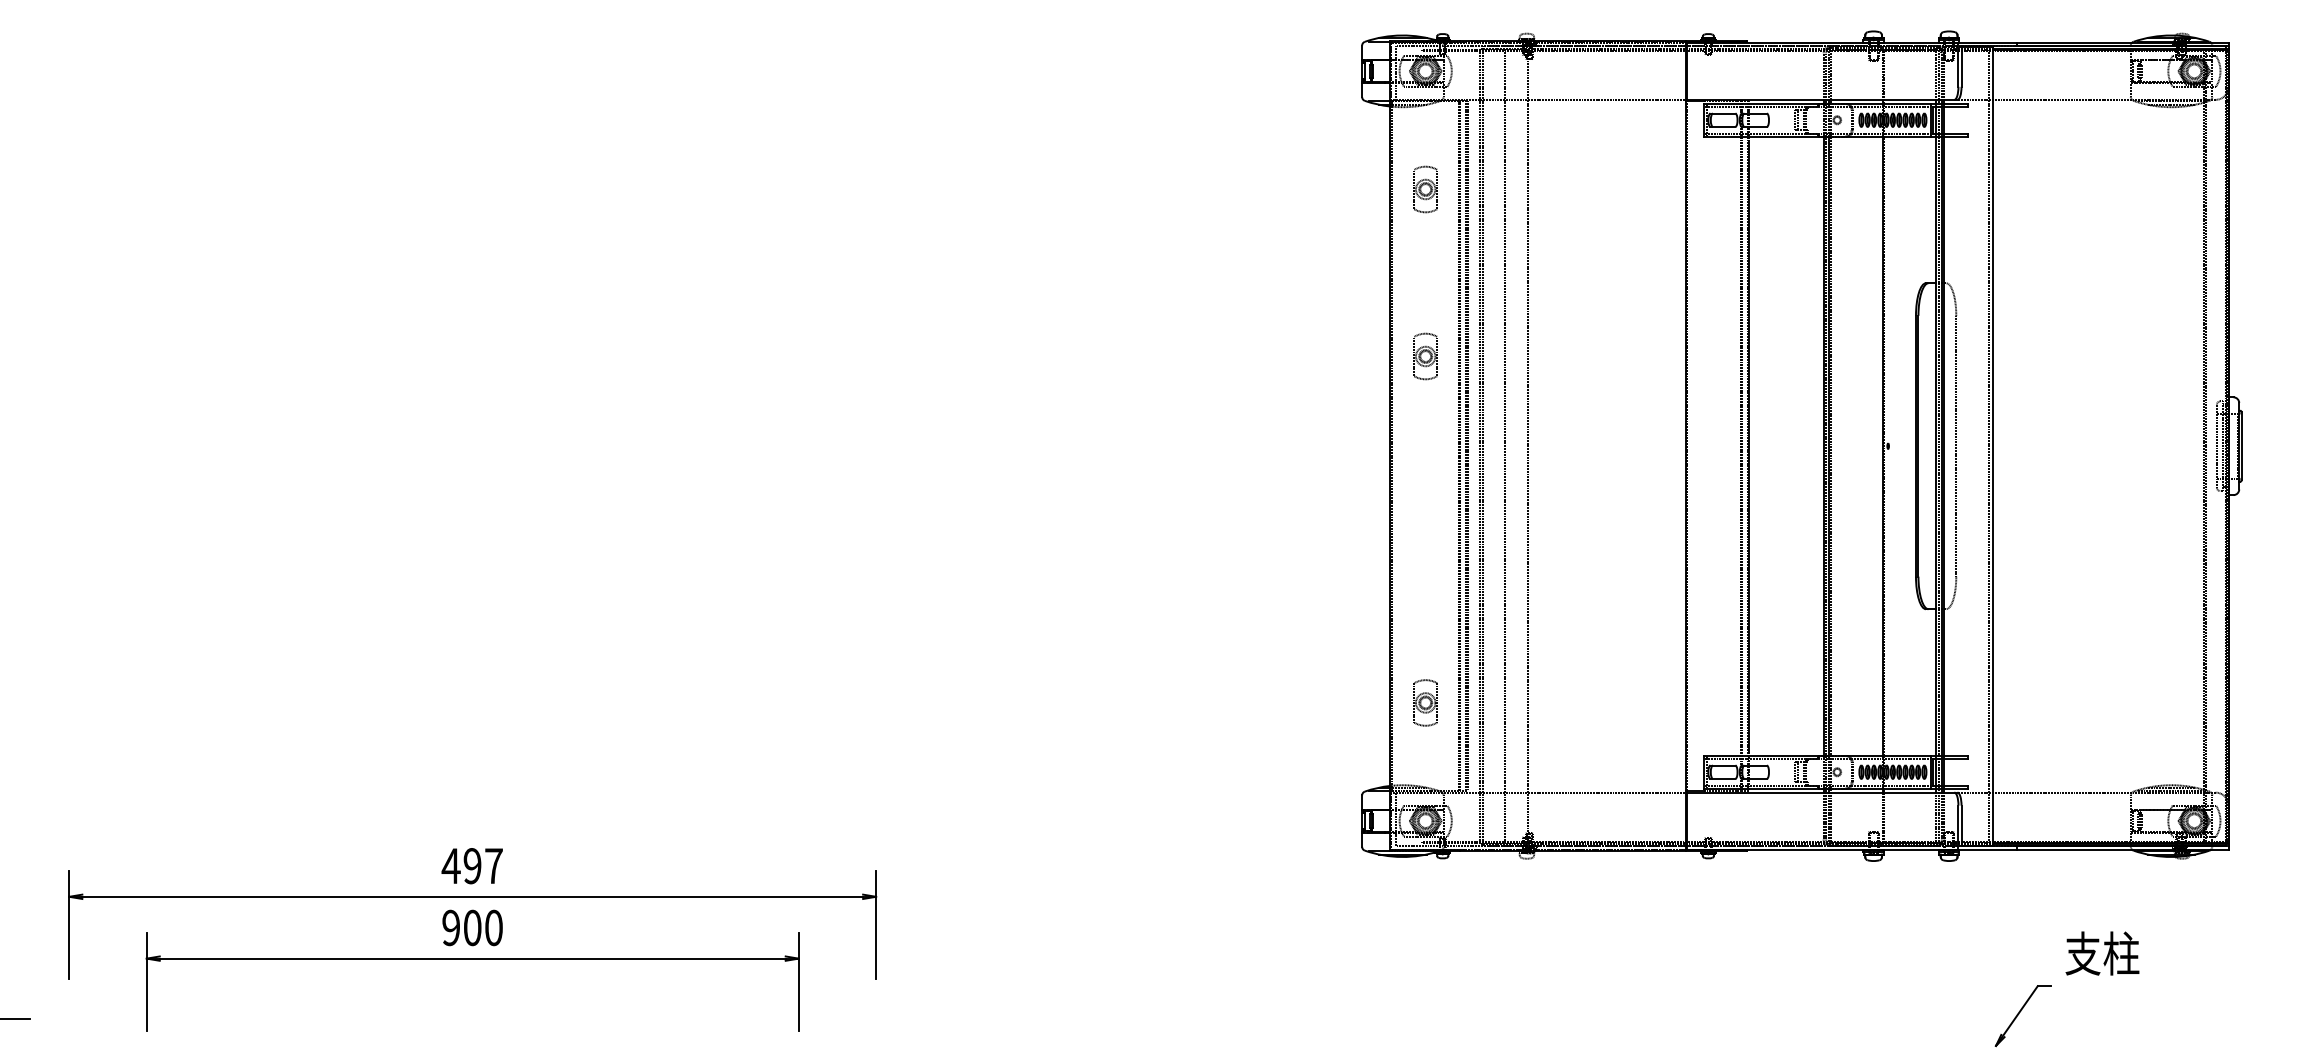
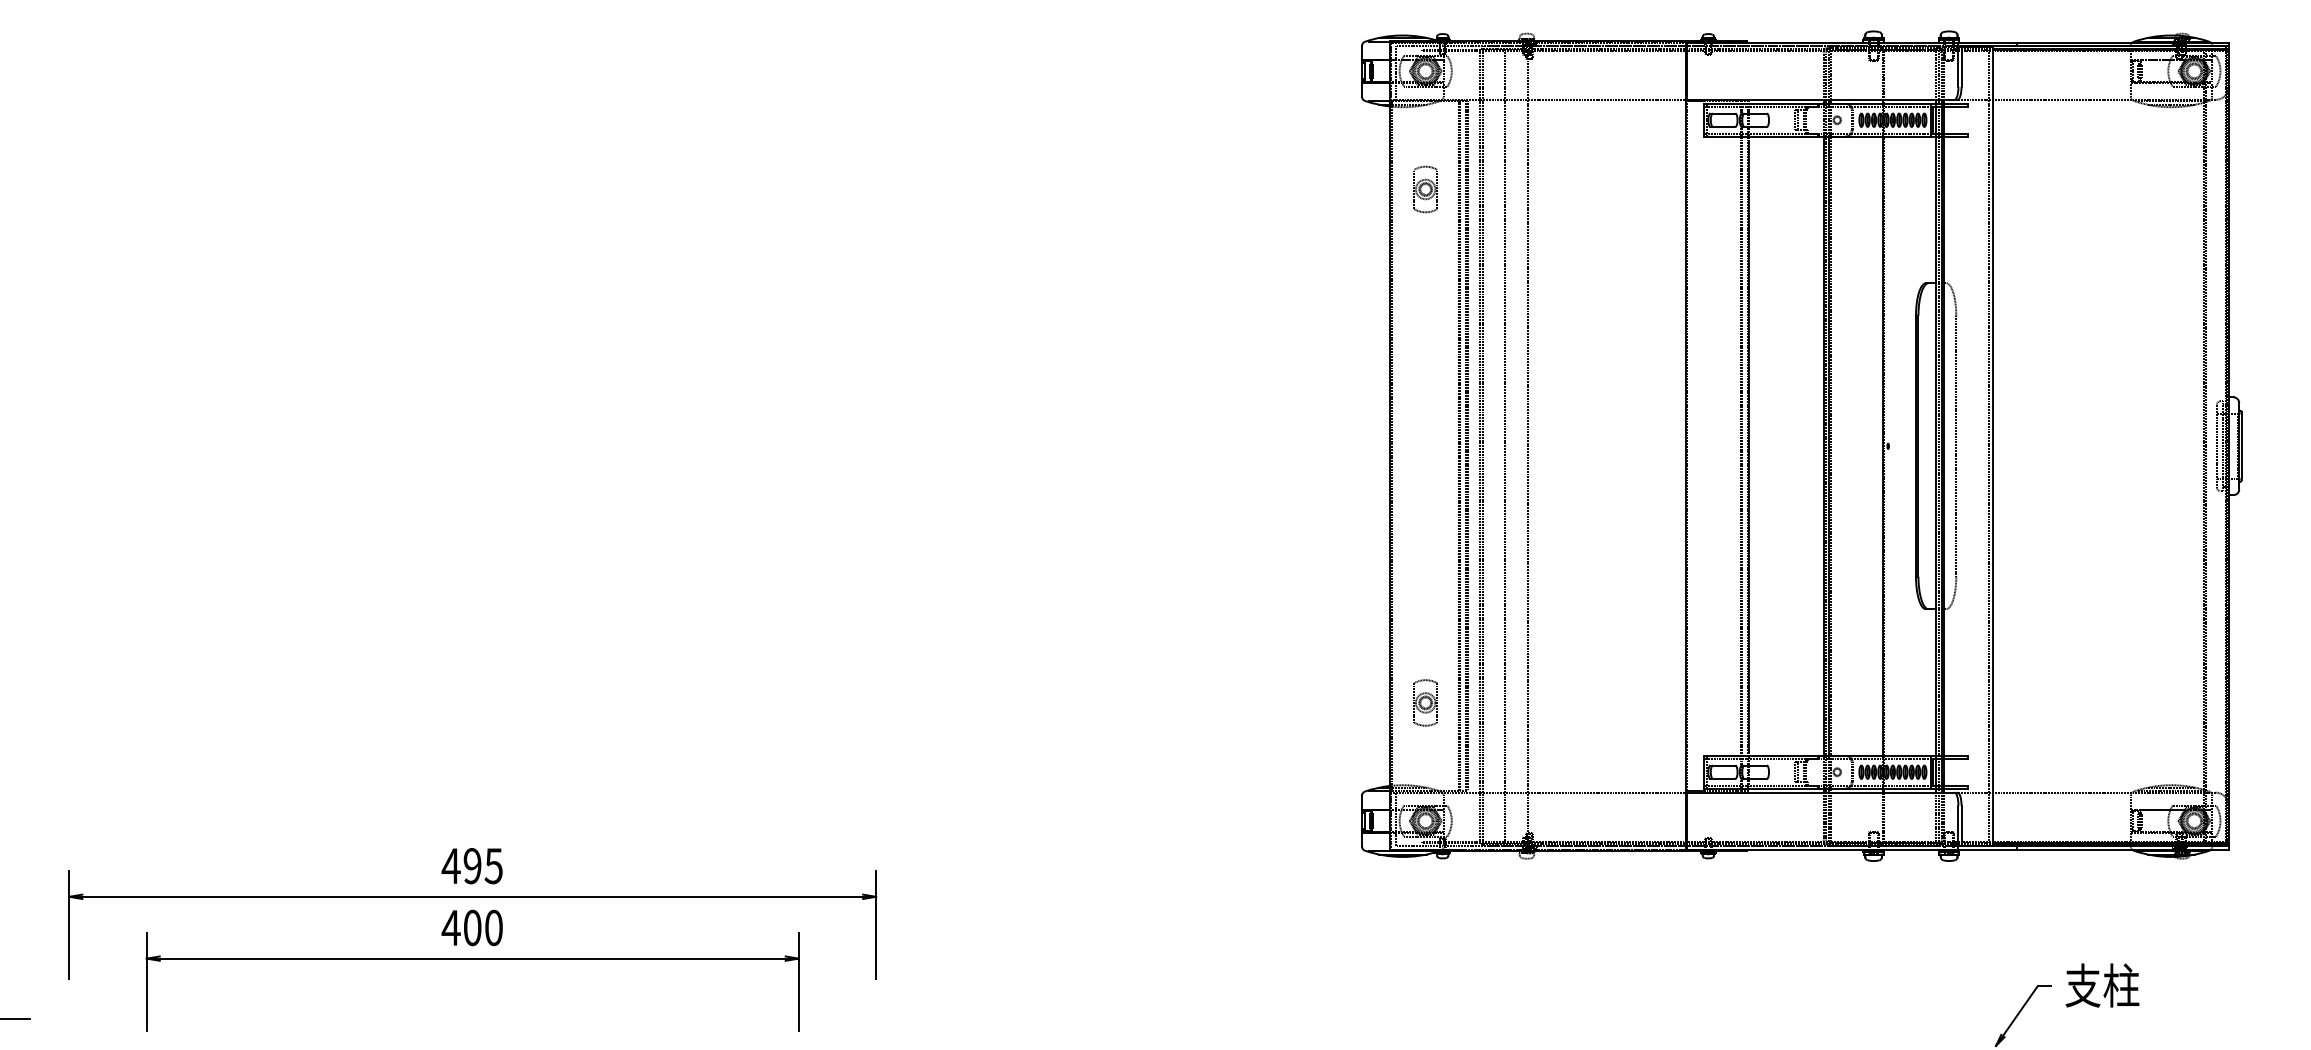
part at (1425, 356): present -> none
text at (493, 866): 497 -> 495
text at (450, 927): 900 -> 400
text at (2102, 953) position: (2102, 953) -> (2102, 985)
